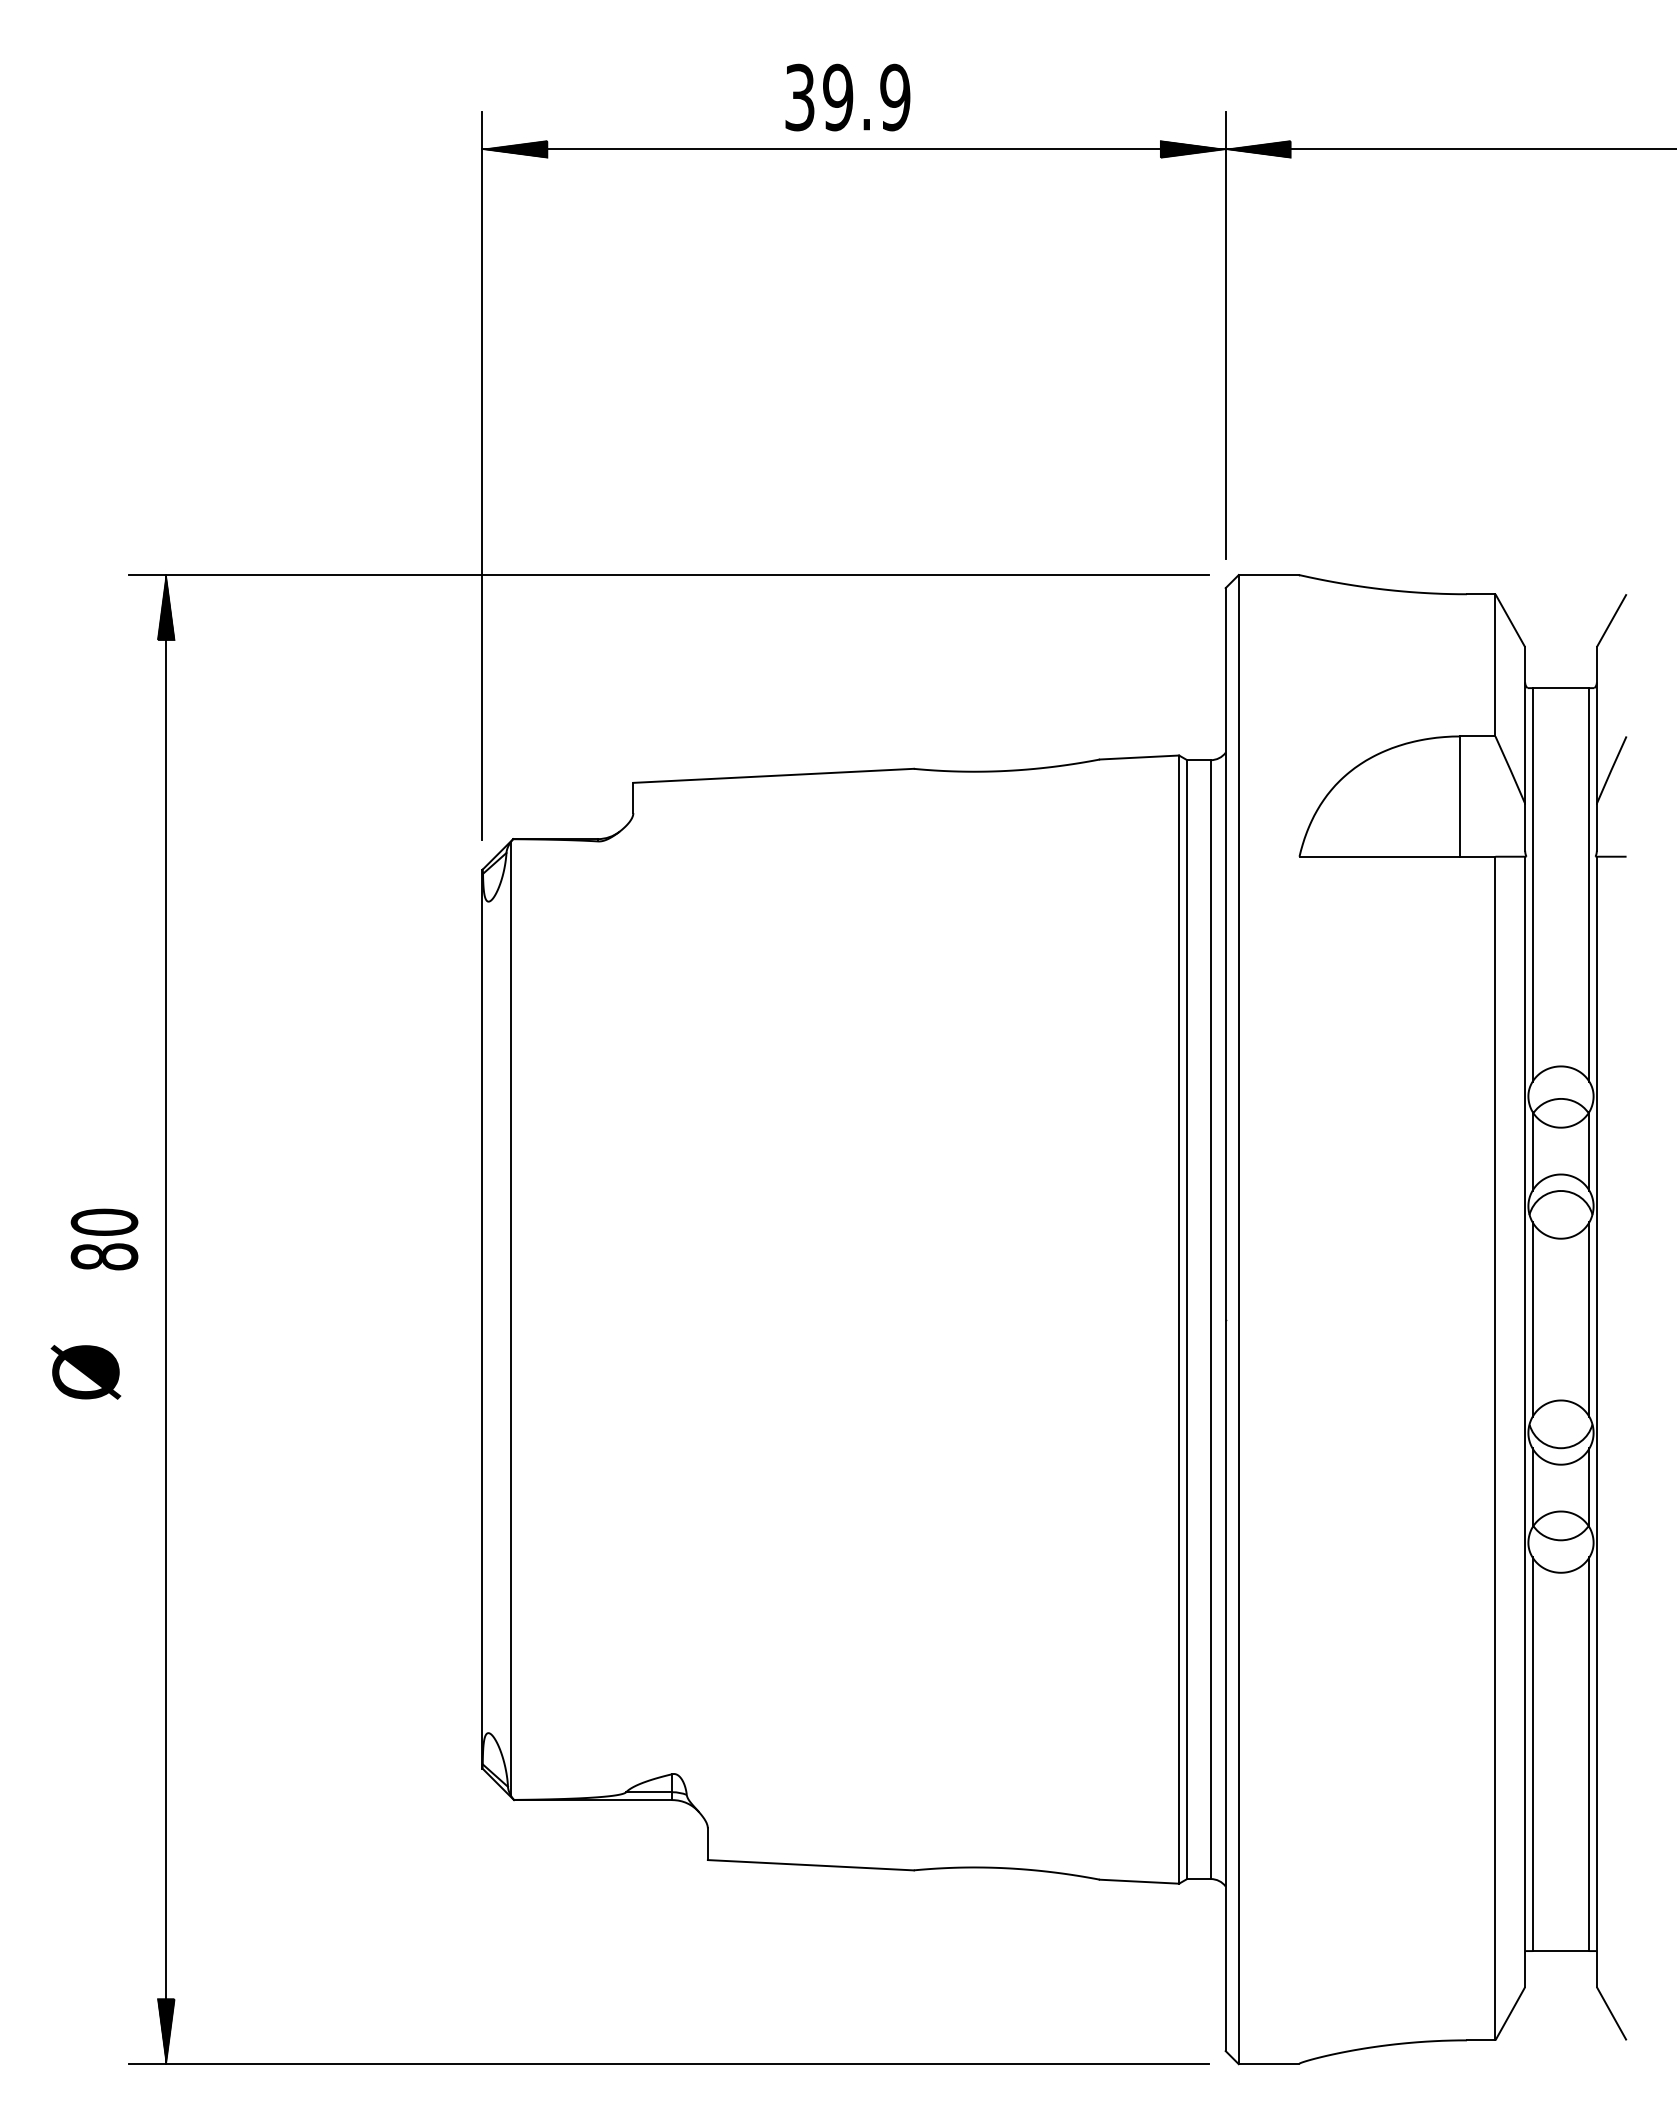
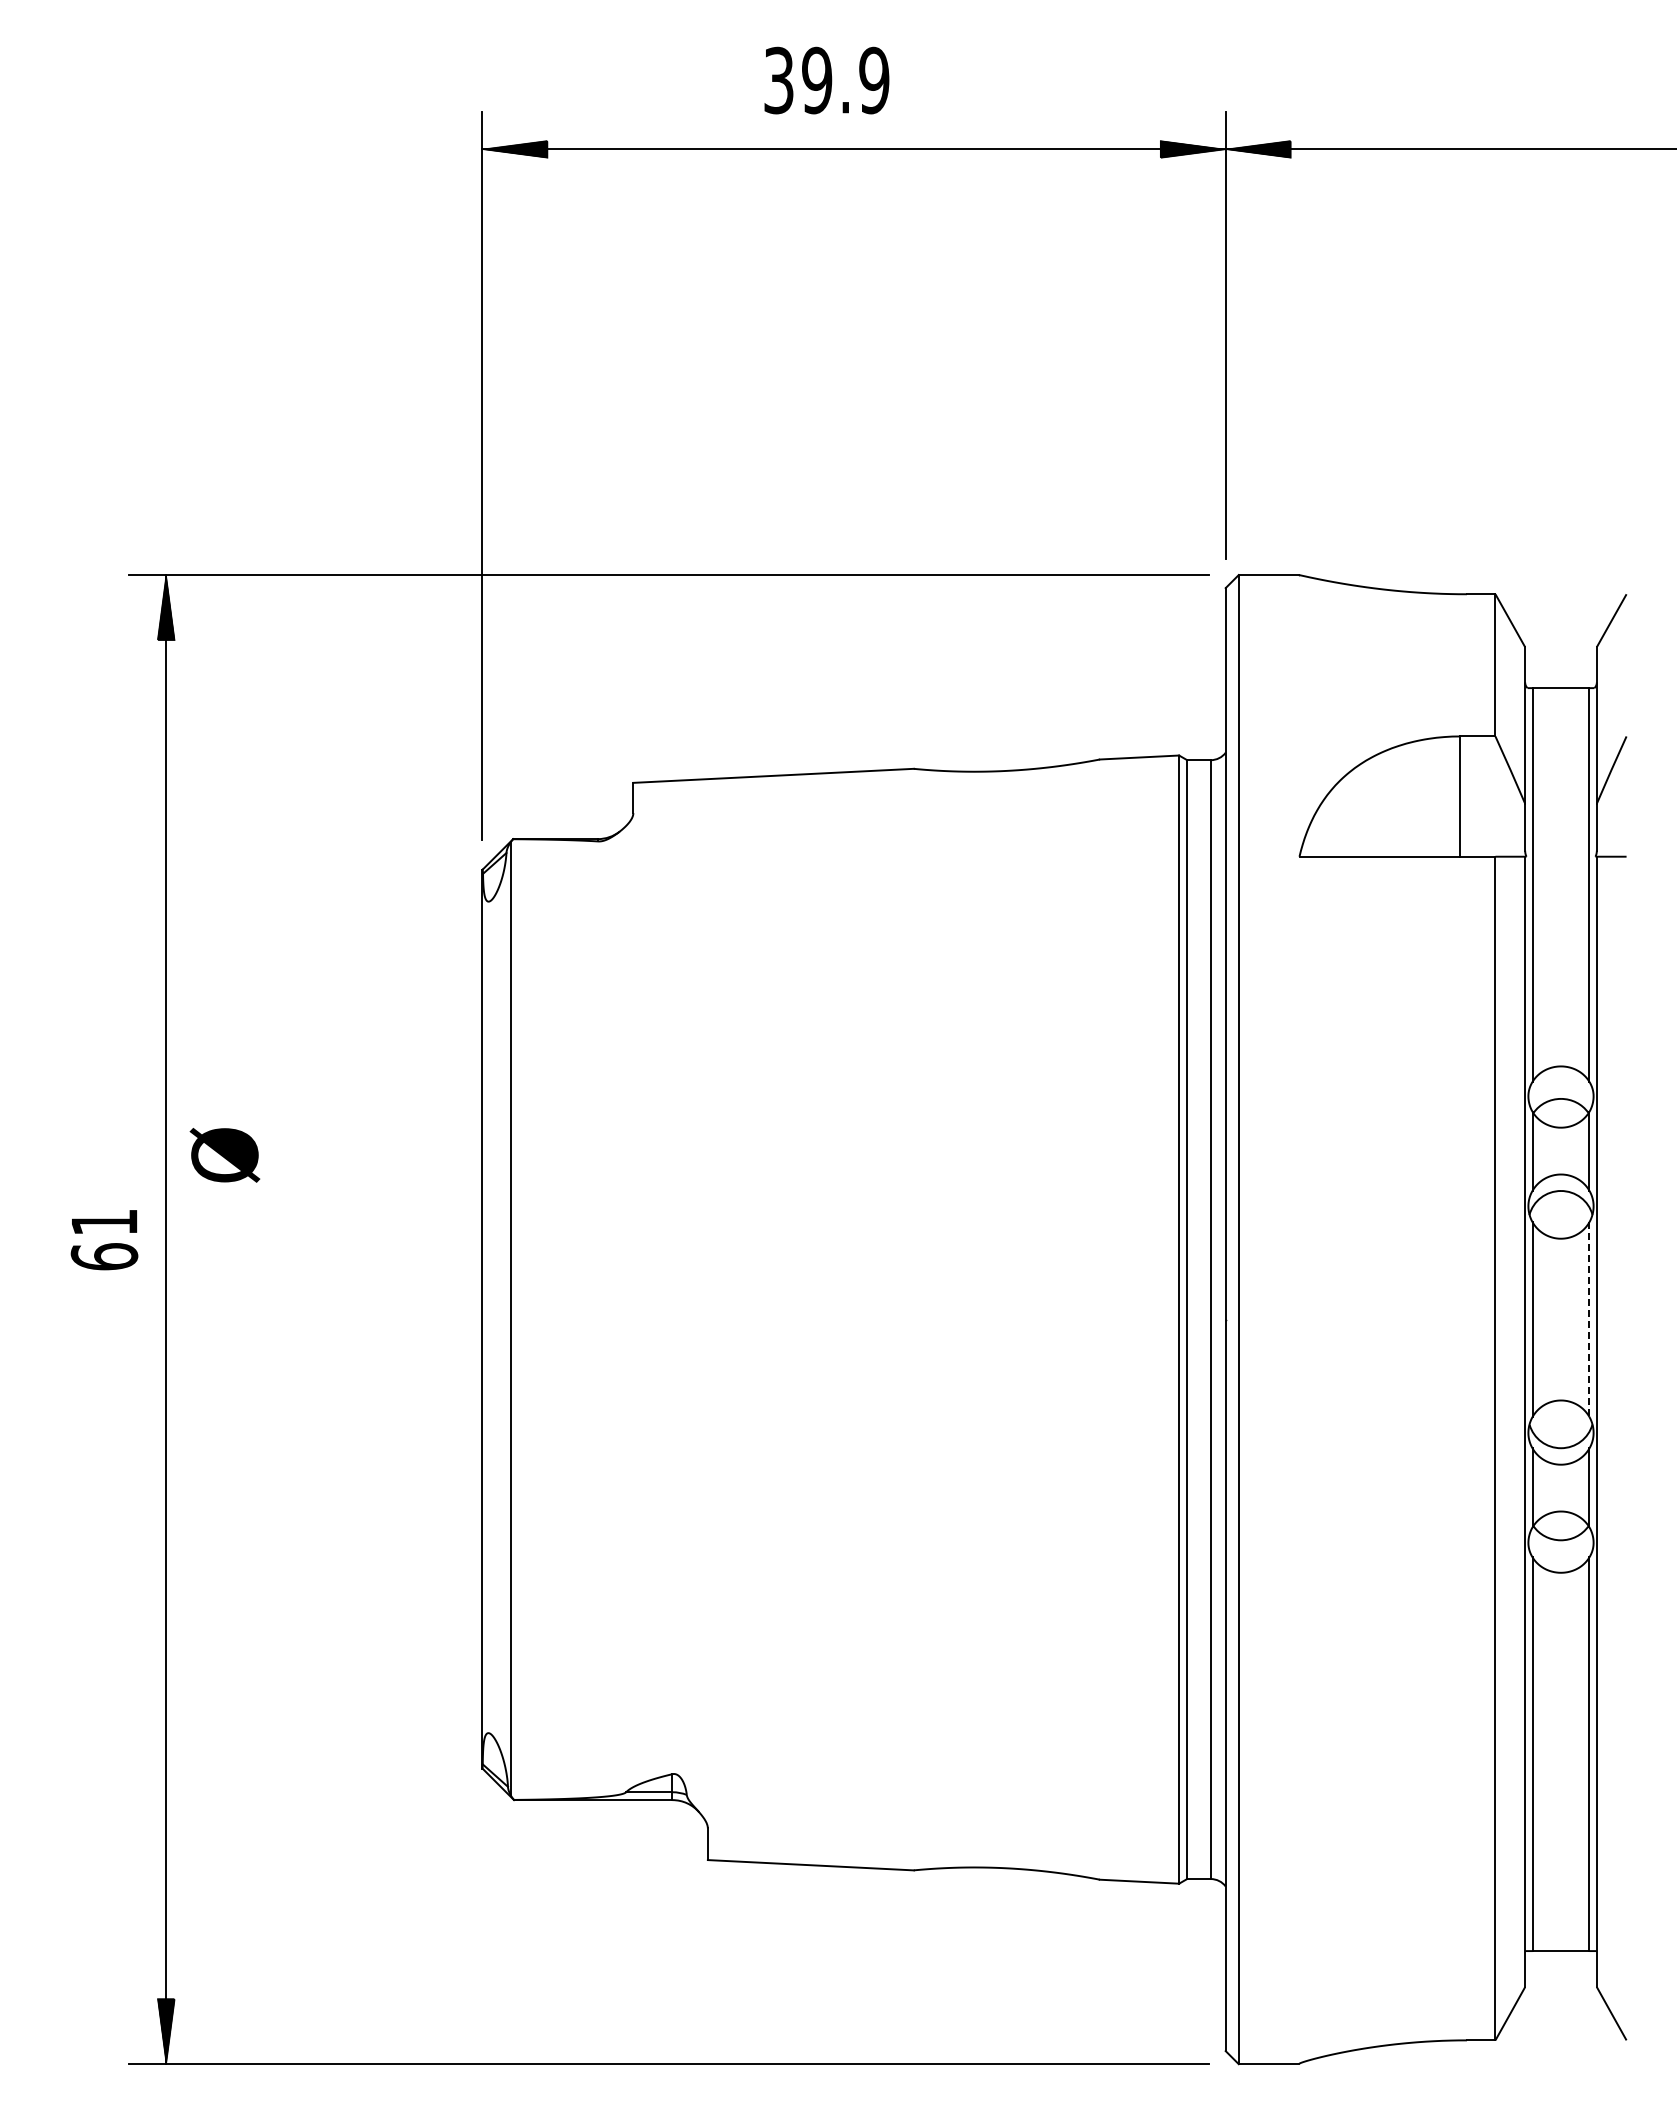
text at (847, 97) position: (847, 97) -> (826, 80)
text at (104, 1239): 80 -> 61
line at (1589, 1320): solid -> dashed
text at (85, 1372) position: (85, 1372) -> (224, 1155)
